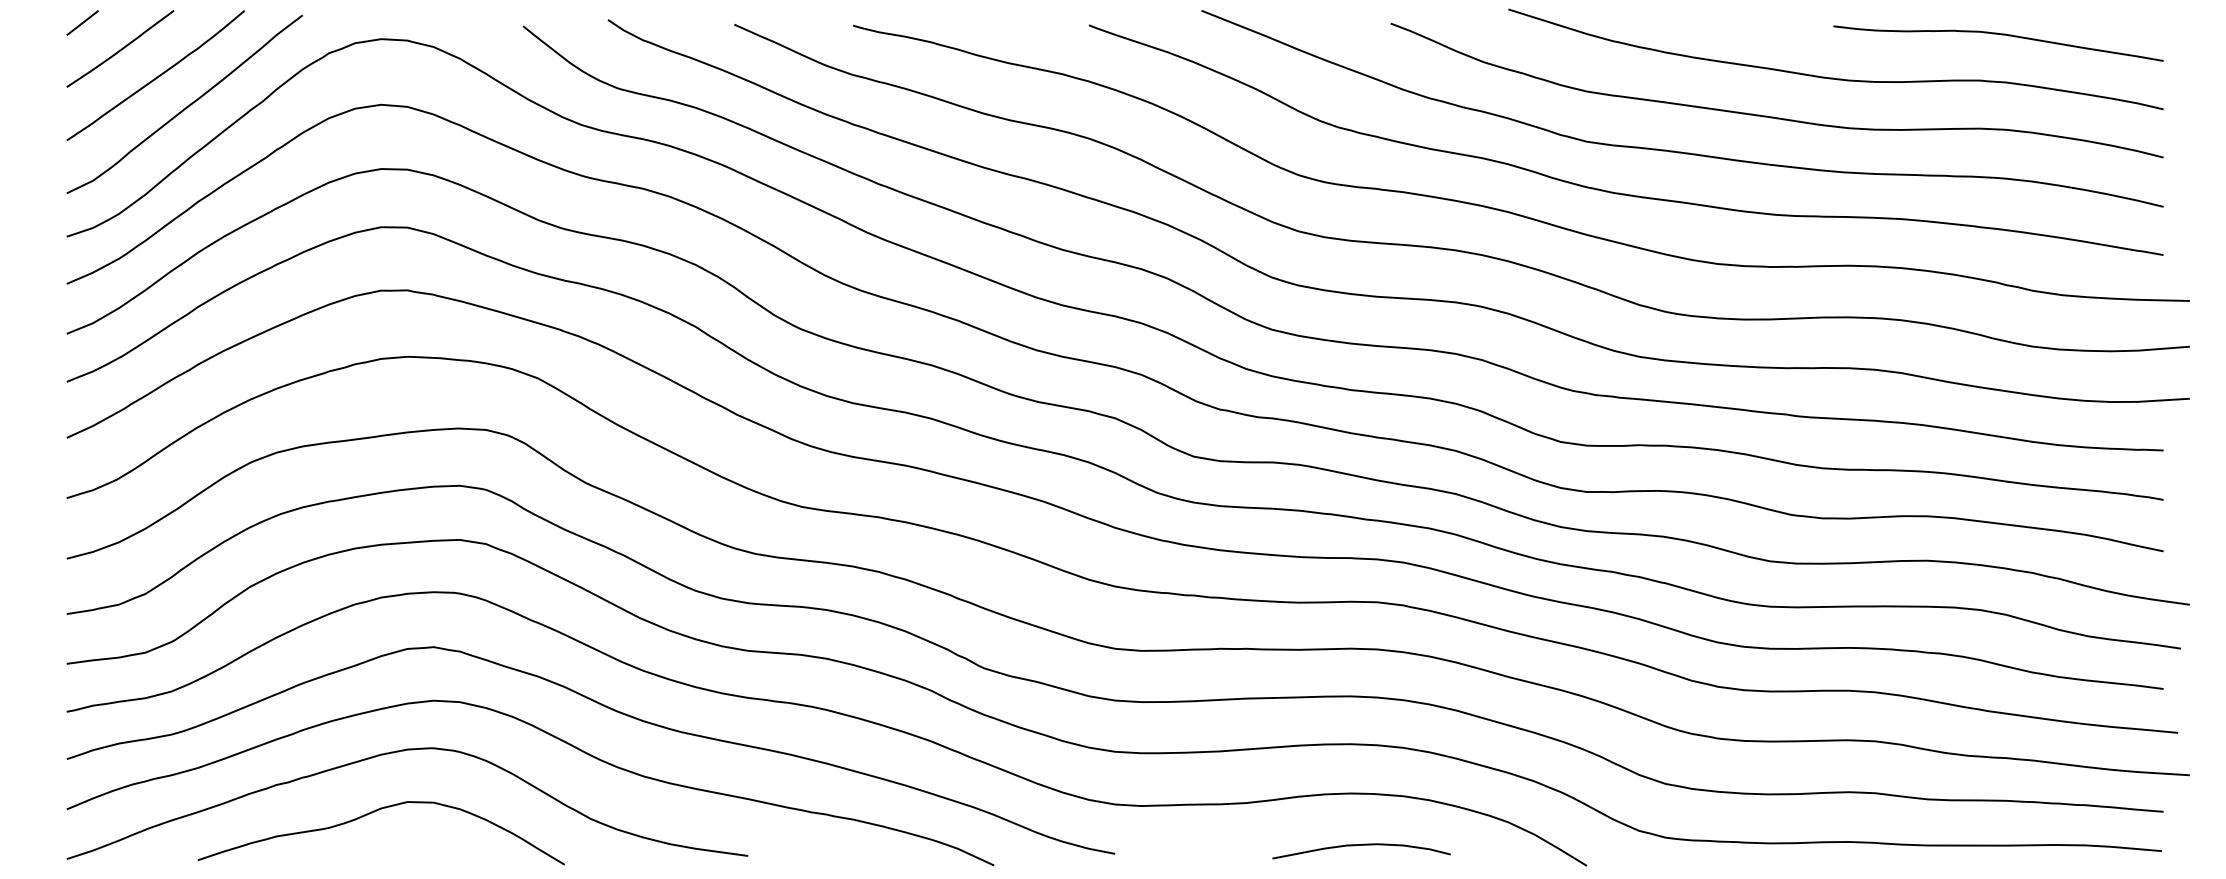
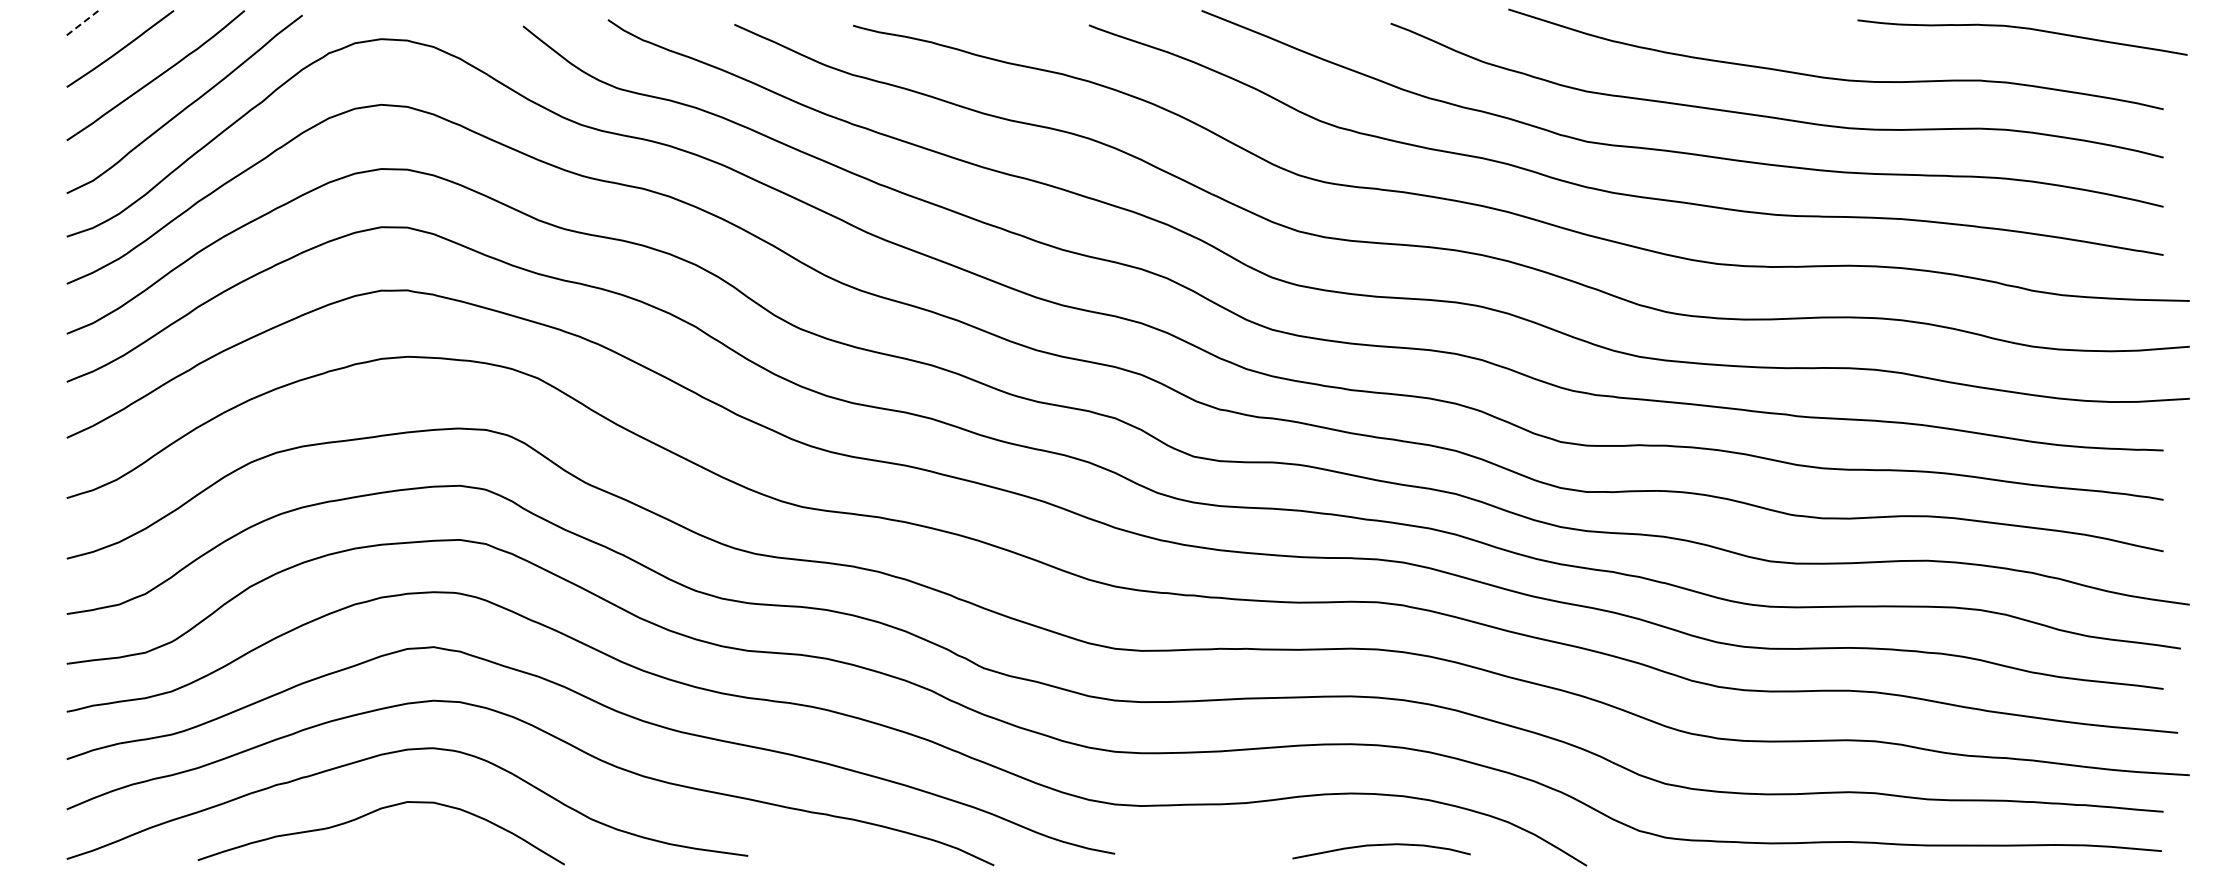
line at (83, 22): solid -> dashed
curve at (2001, 35) position: (2001, 35) -> (2025, 29)
curve at (1361, 845) position: (1361, 845) -> (1381, 845)
